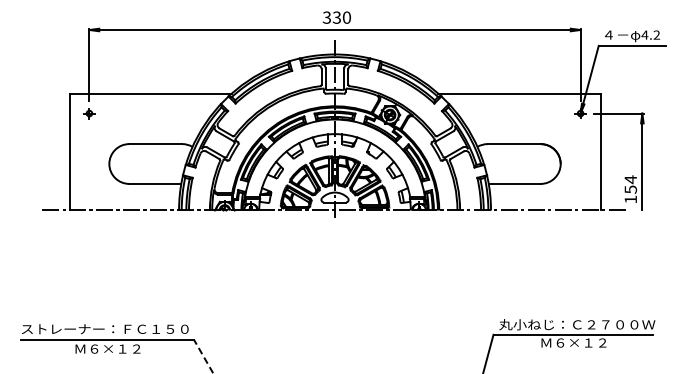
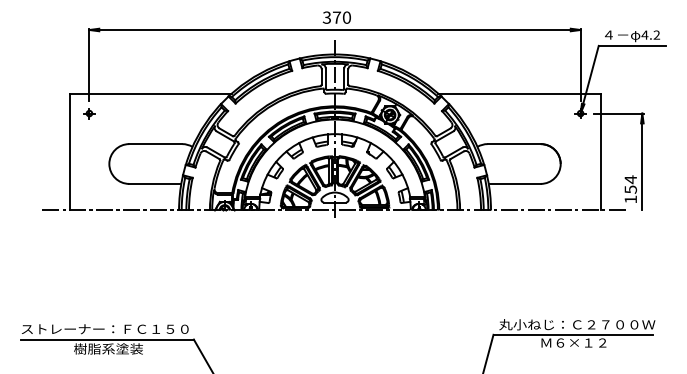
text at (336, 17): 330 -> 370
text at (108, 348): Ｍ６×１２ -> 樹脂系塗装
line at (203, 356): dashed -> solid
